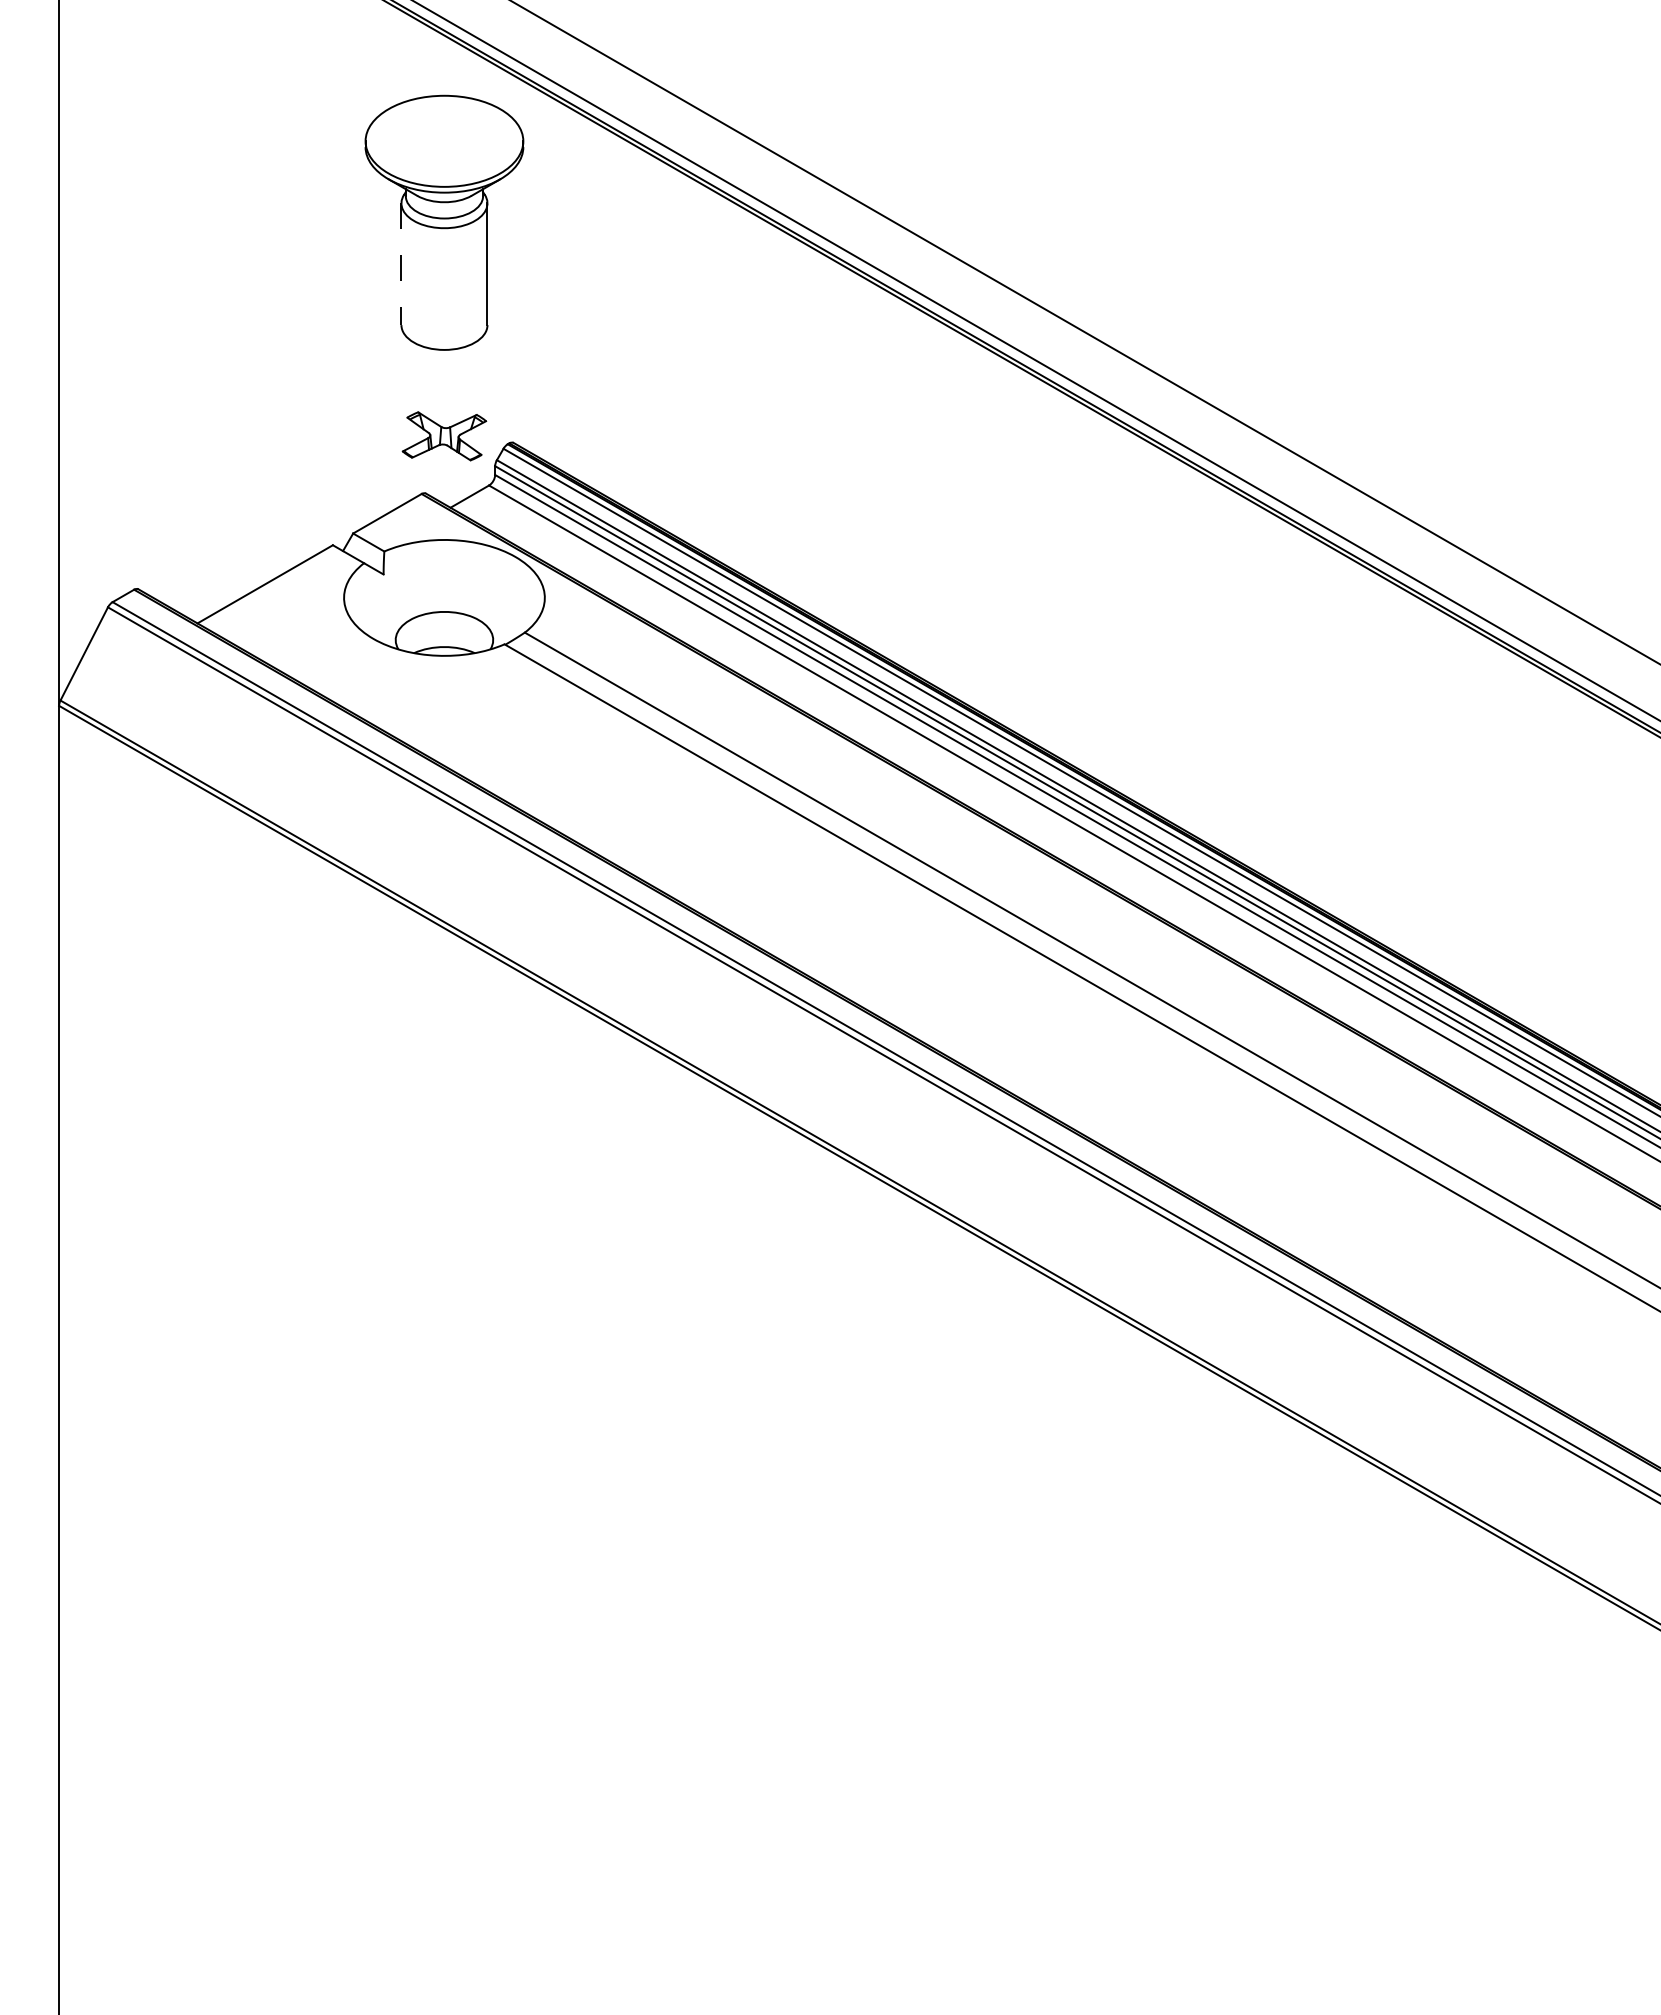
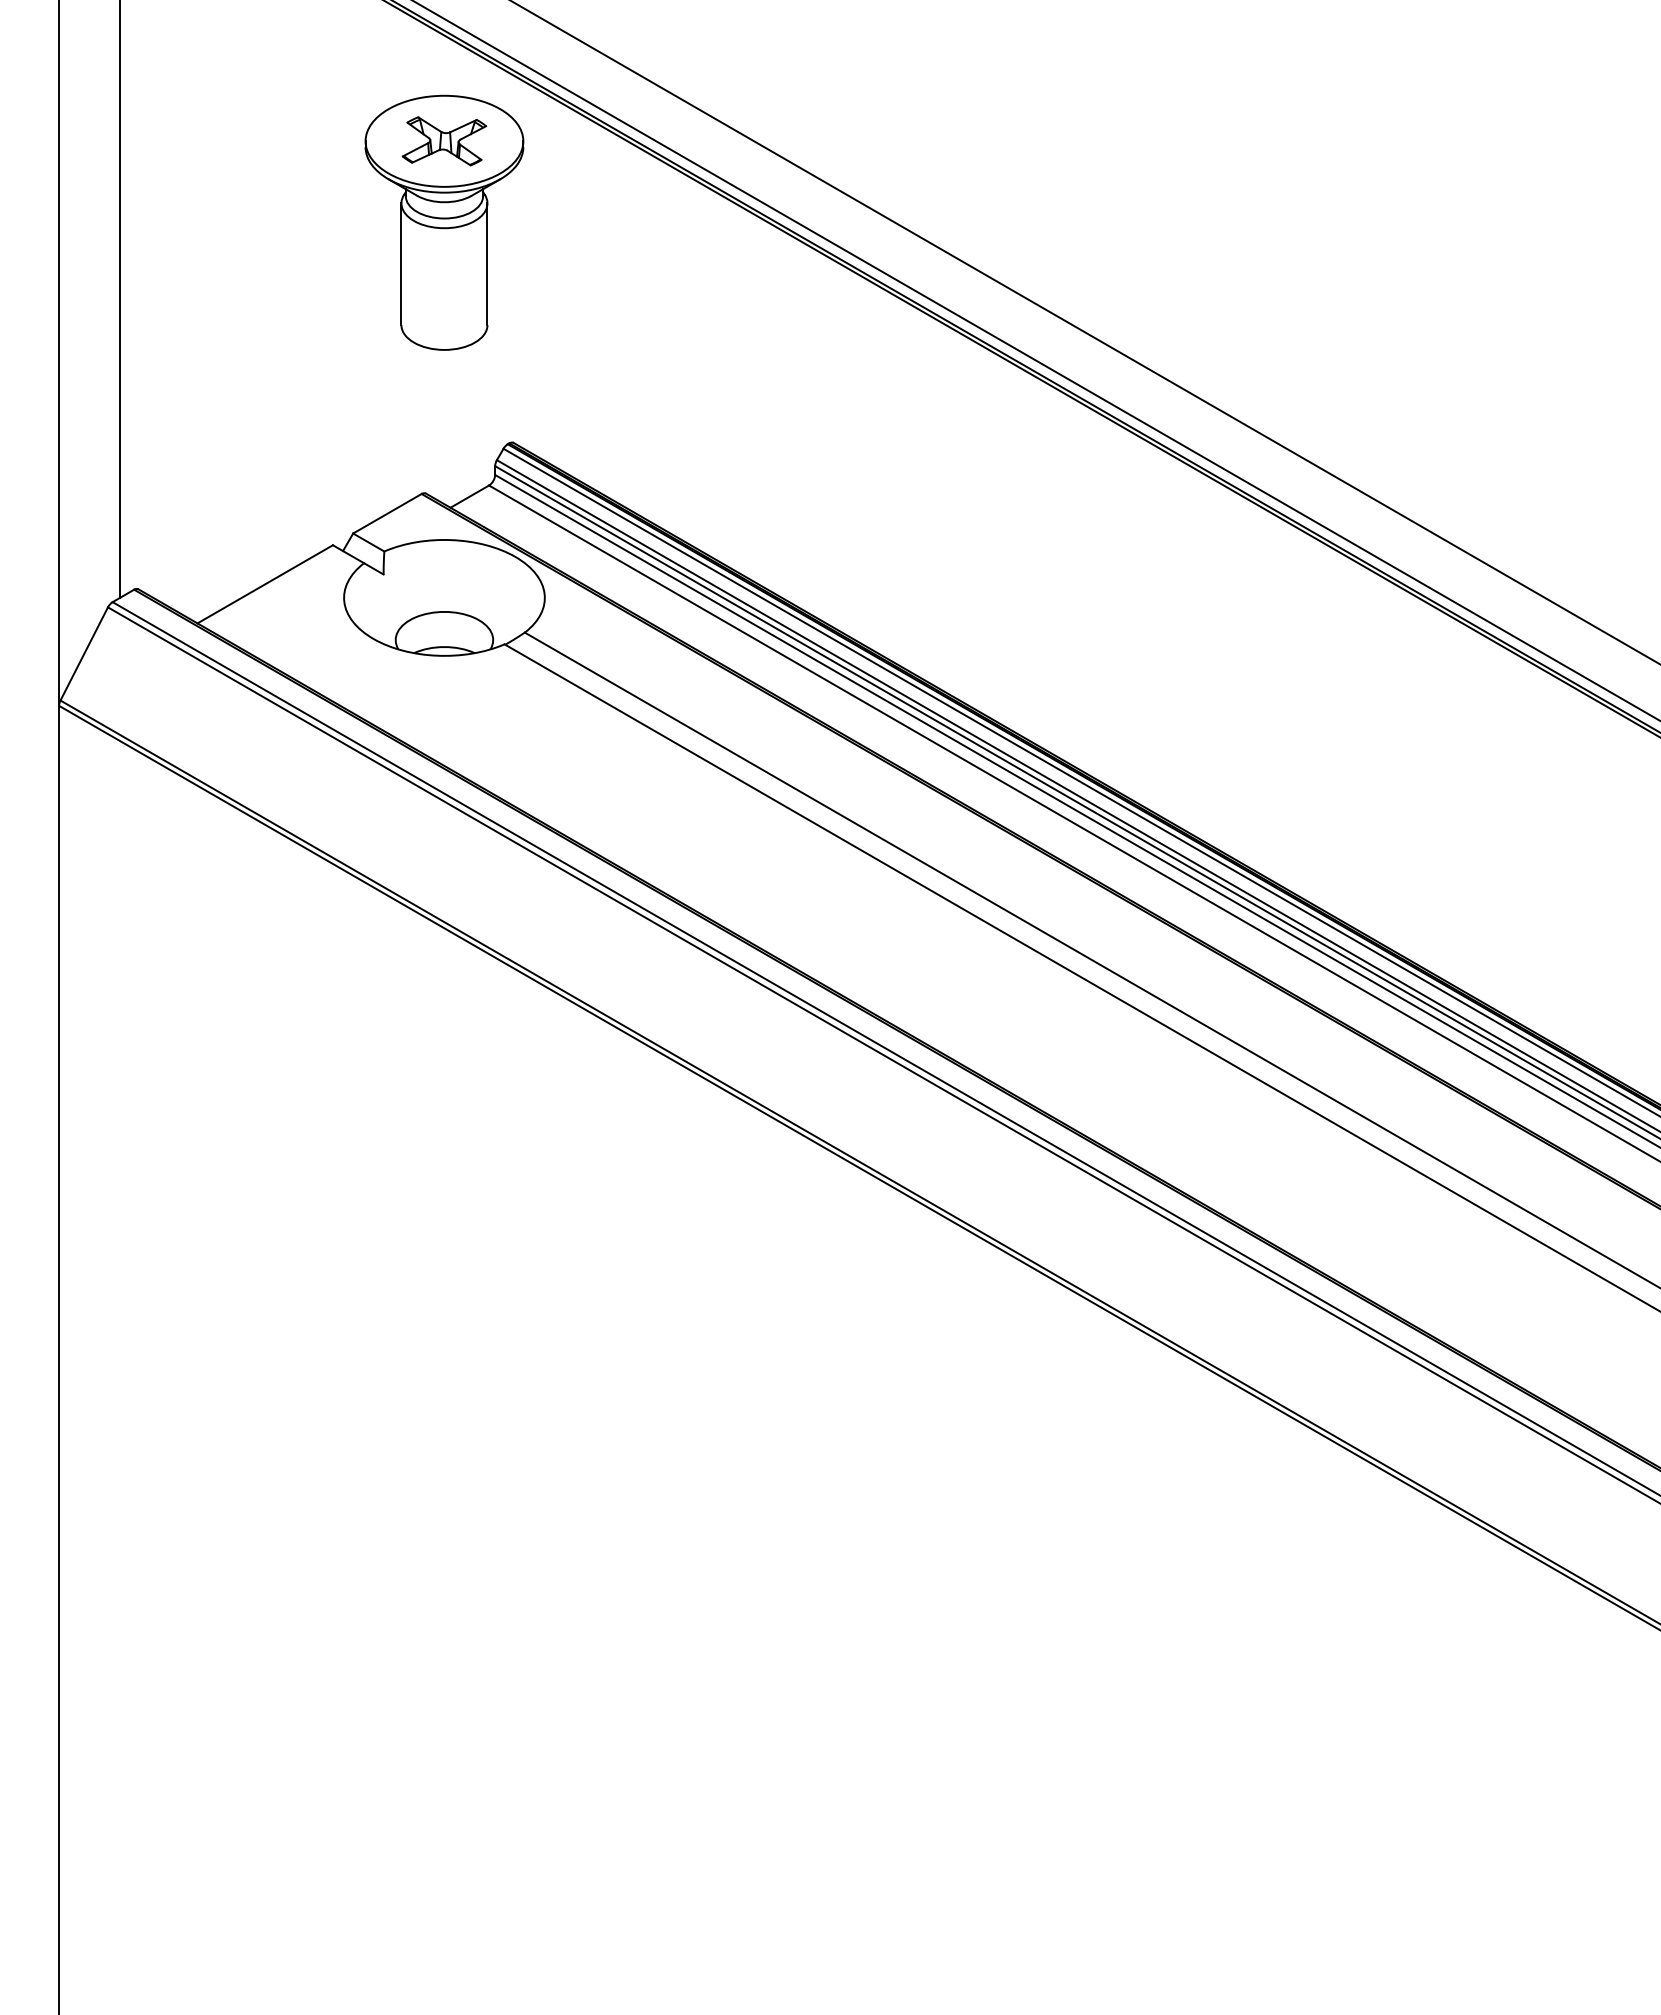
line at (401, 264): dashed -> solid
line at (119, 299): none -> present
part at (444, 436) position: (444, 436) -> (444, 141)
